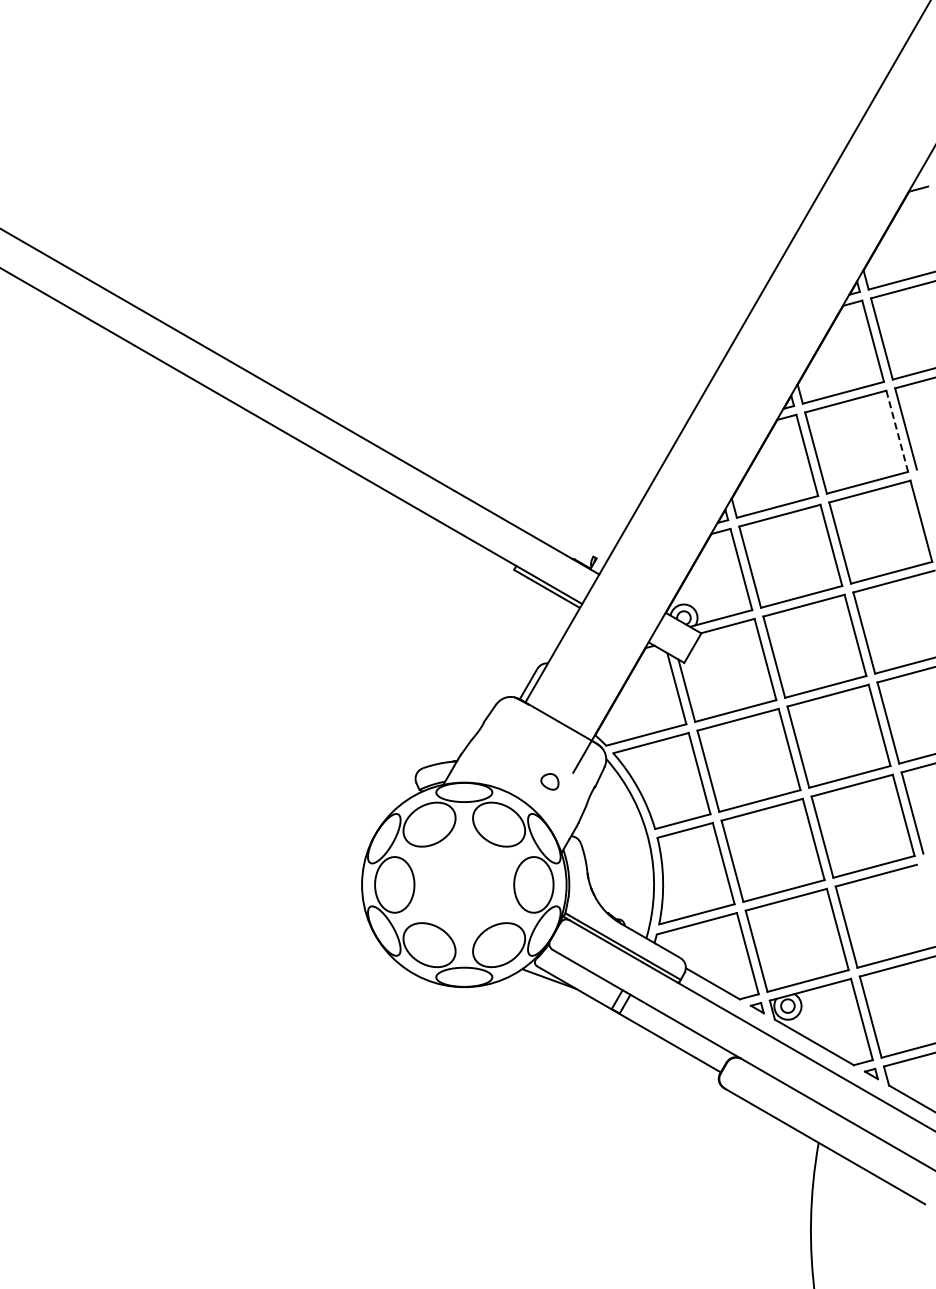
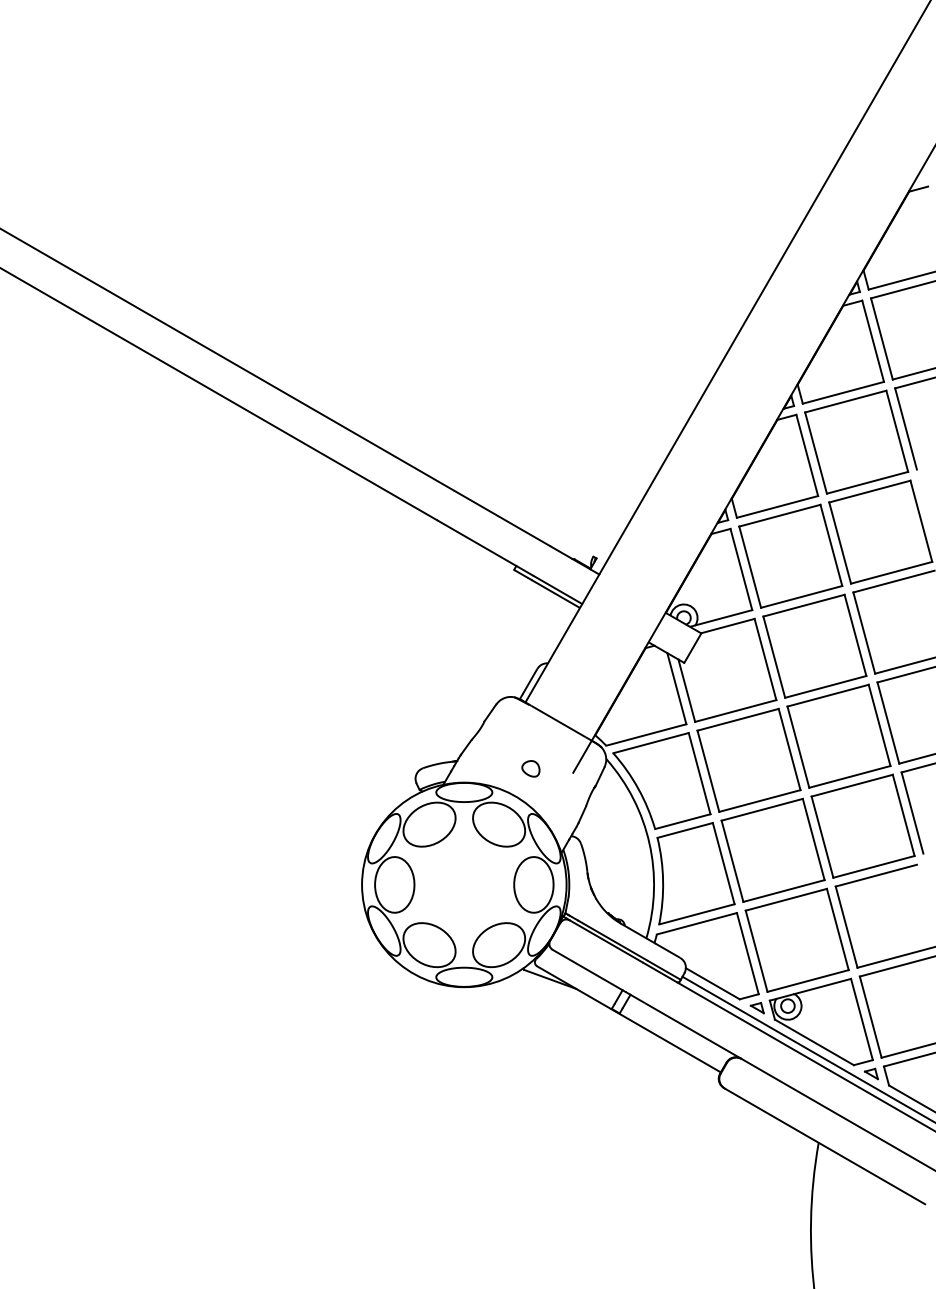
line at (897, 430): dashed -> solid
part at (549, 781) position: (549, 781) -> (530, 768)
line at (807, 1048): none -> present
